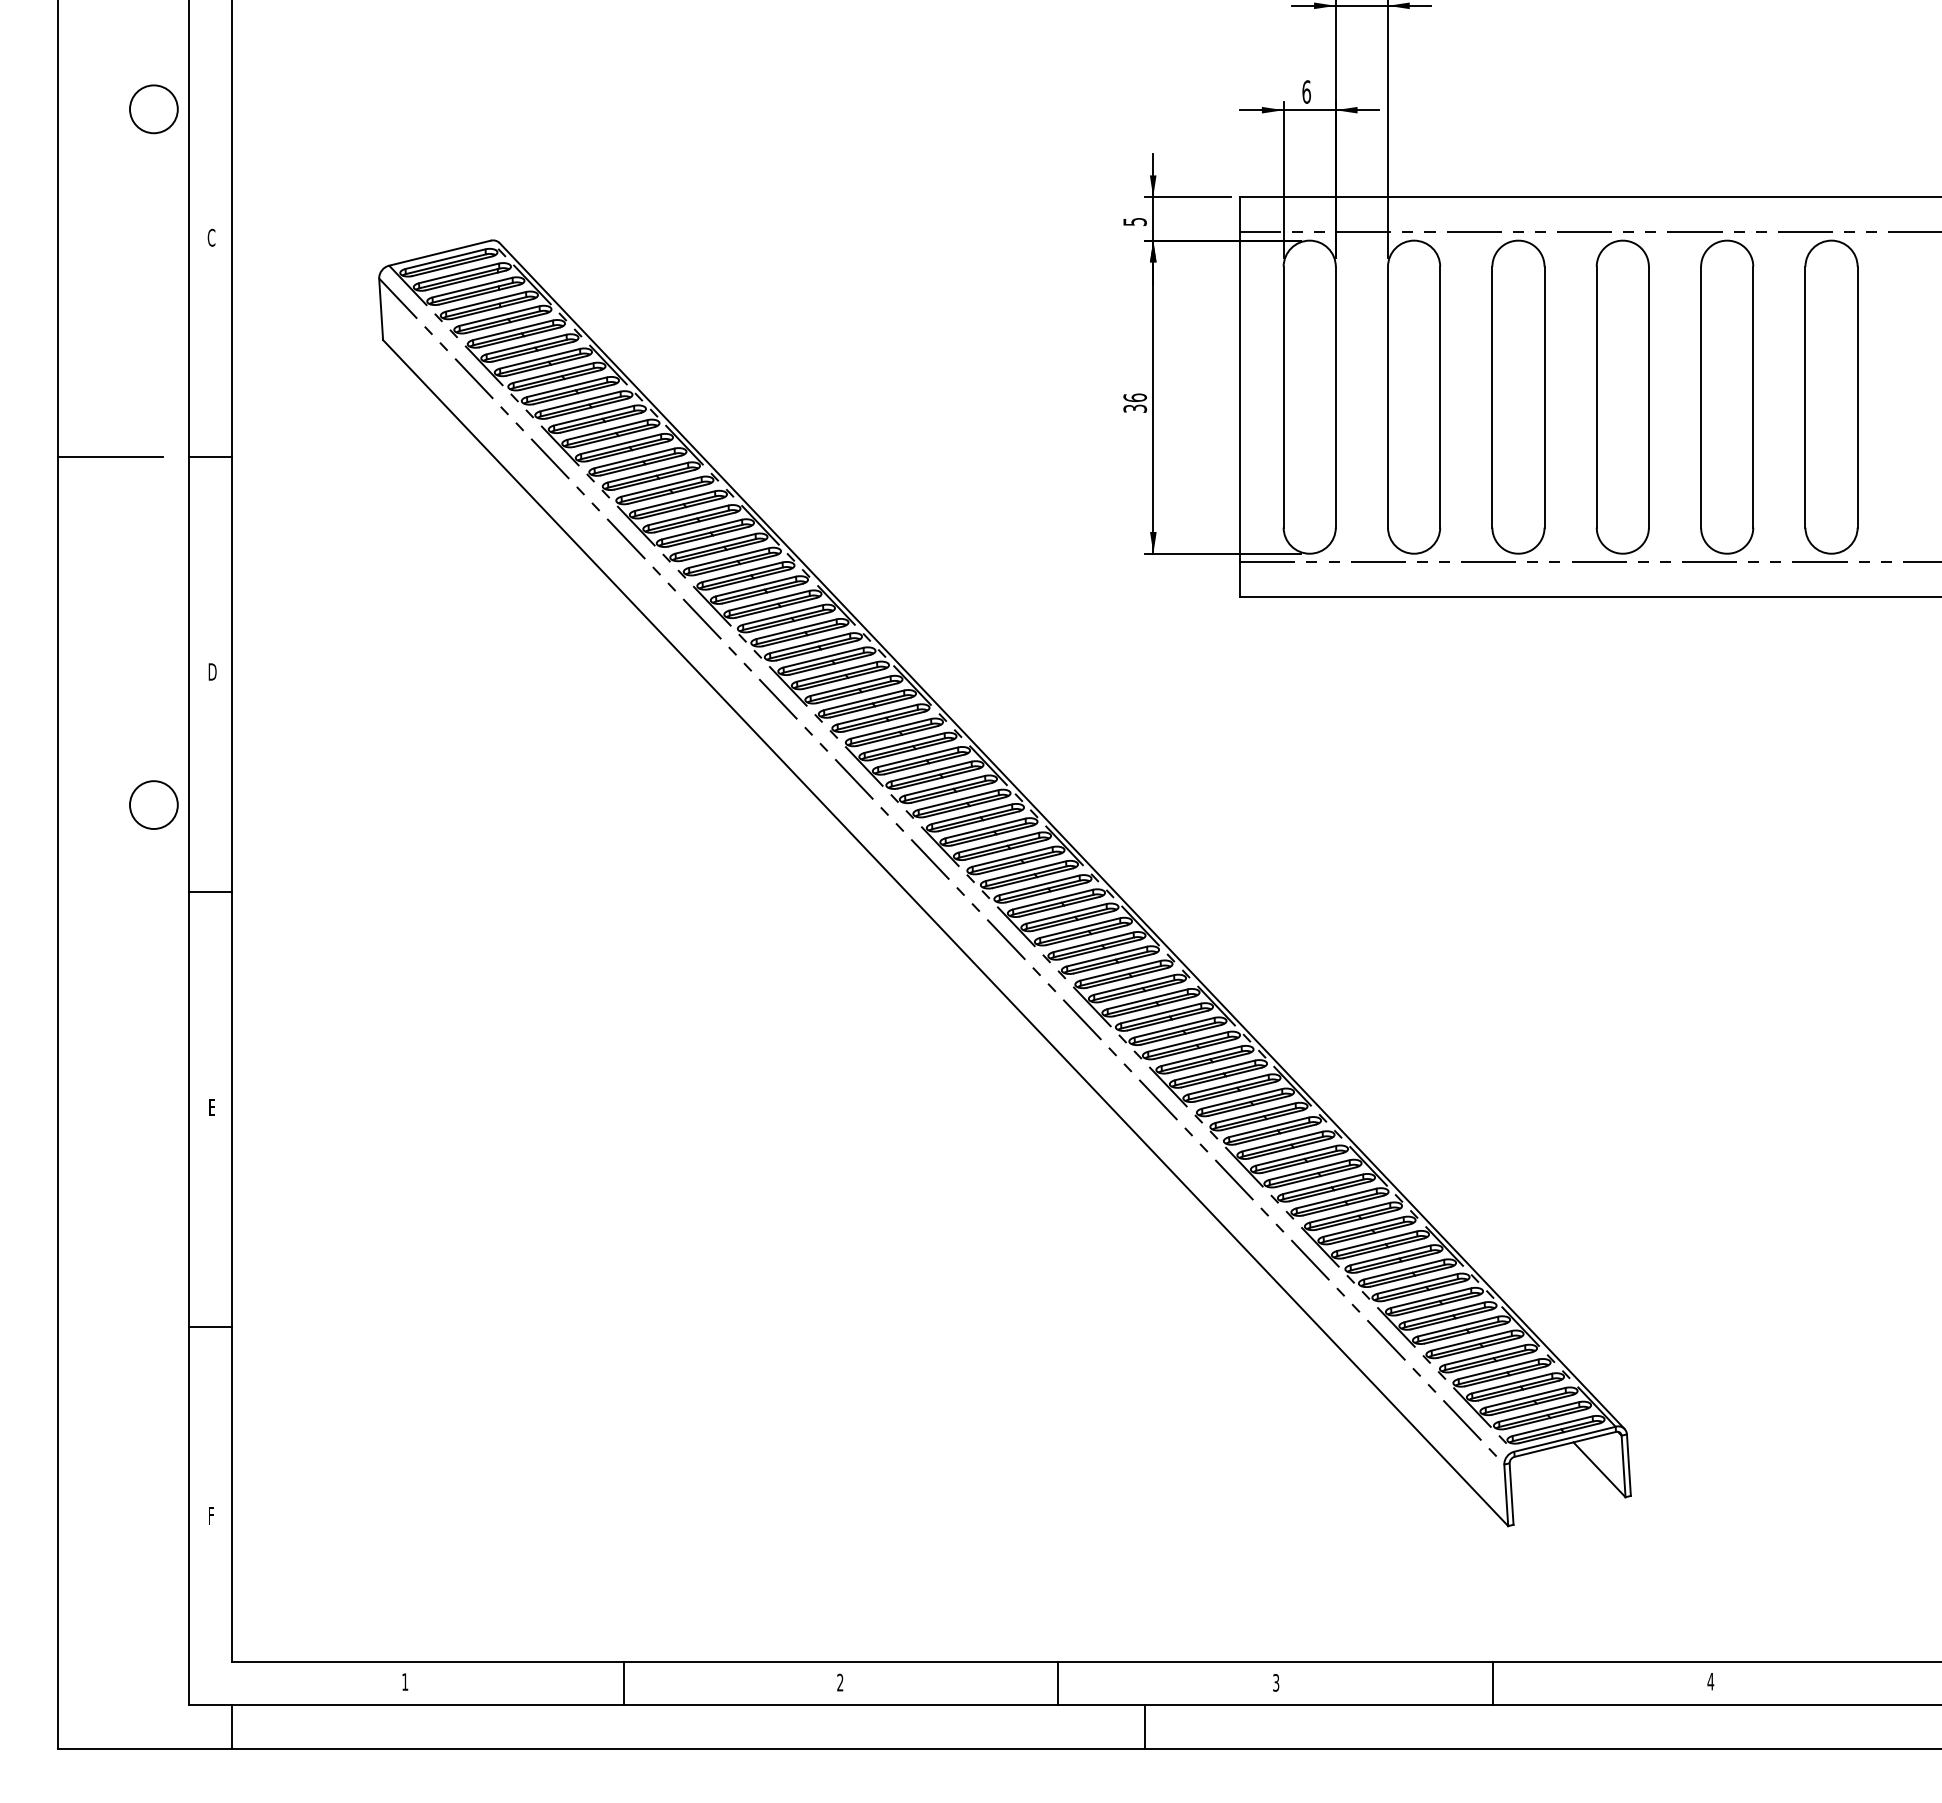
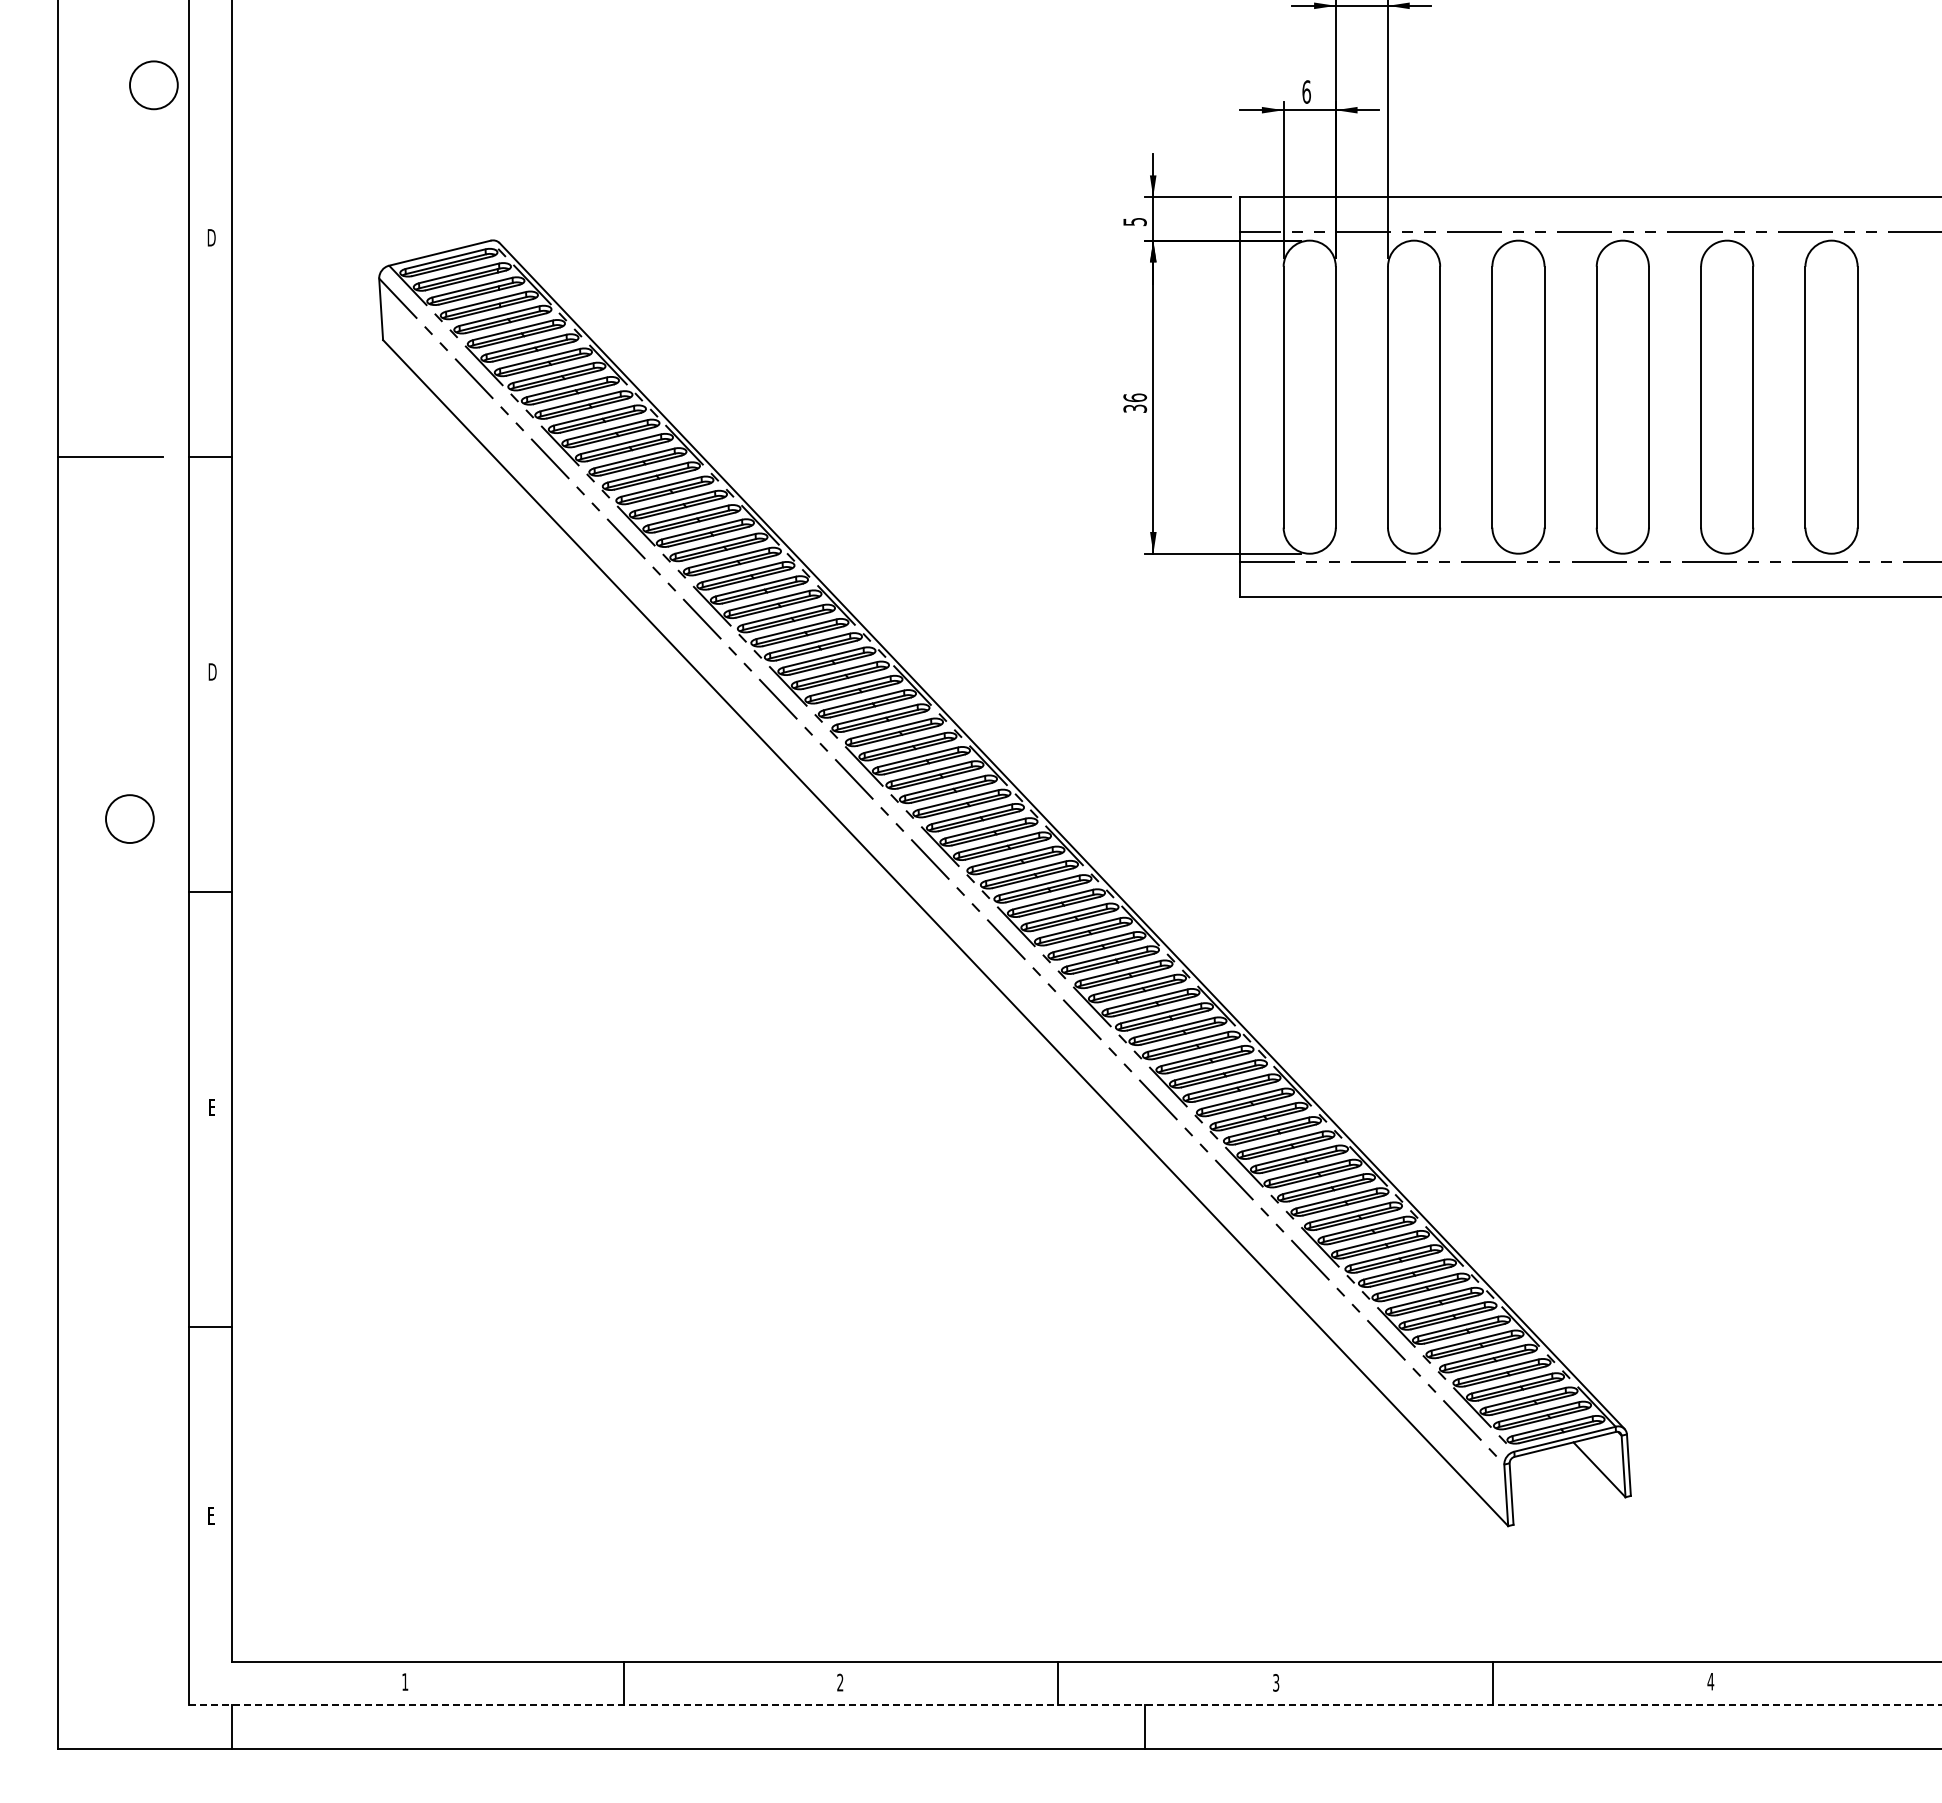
circle at (153, 109) position: (153, 109) -> (153, 85)
text at (211, 237): C -> D
circle at (153, 804) position: (153, 804) -> (129, 818)
text at (211, 1515): F -> E
line at (1065, 1705): solid -> dashed
